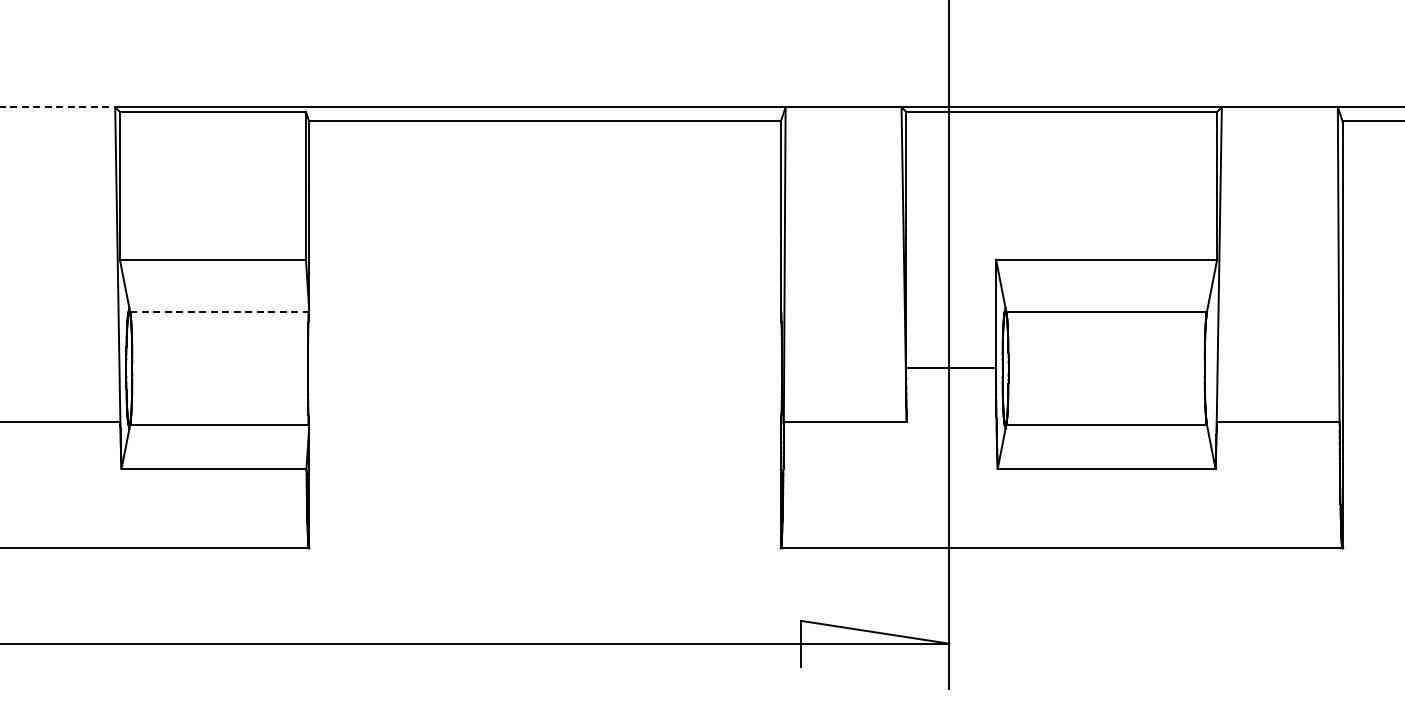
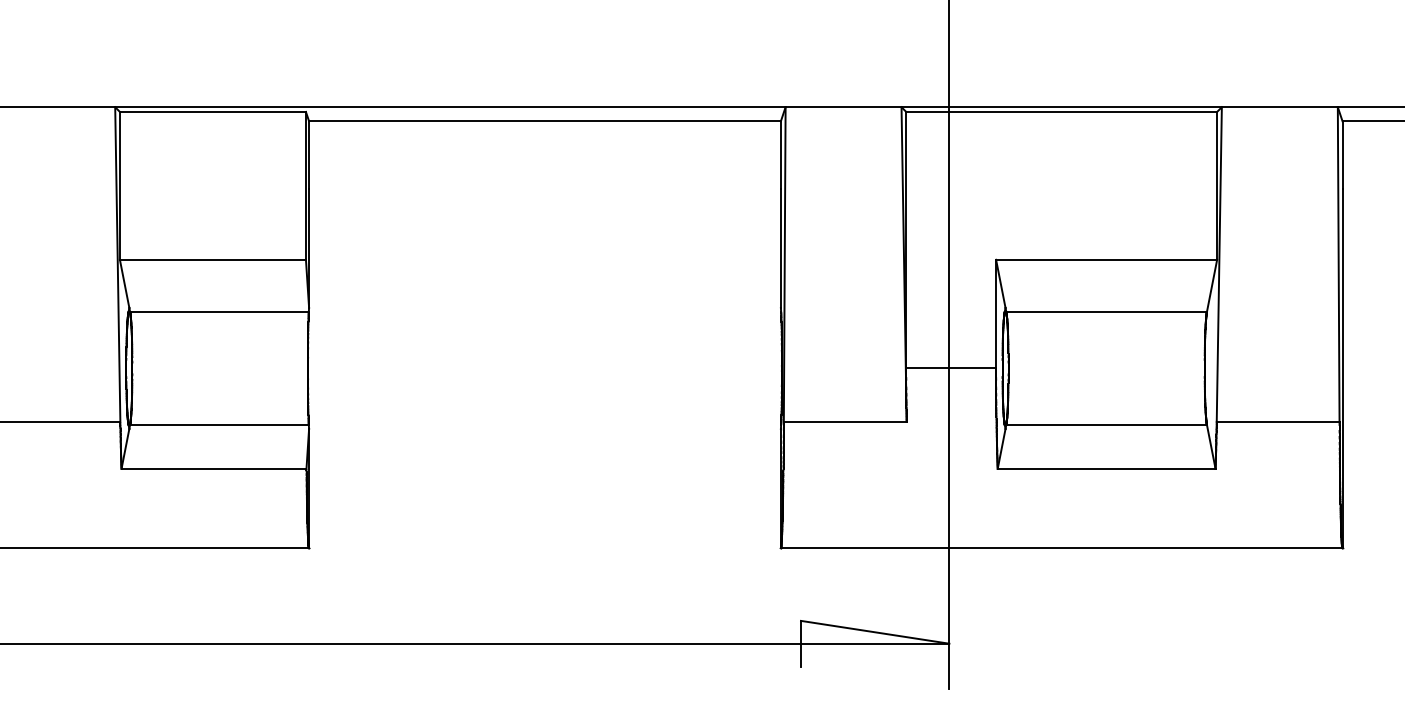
line at (58, 107): dashed -> solid
line at (219, 312): dashed -> solid
